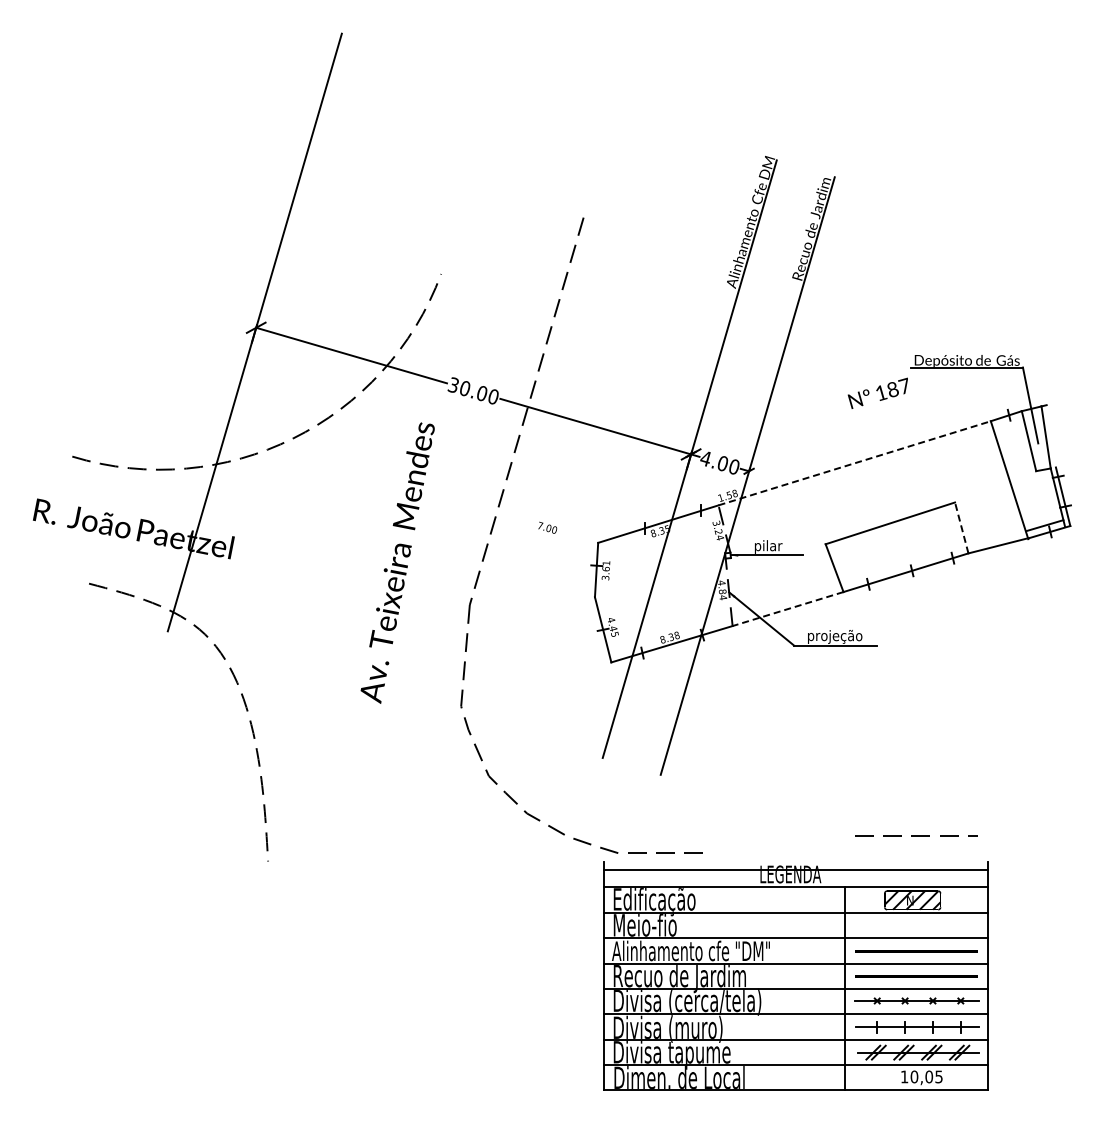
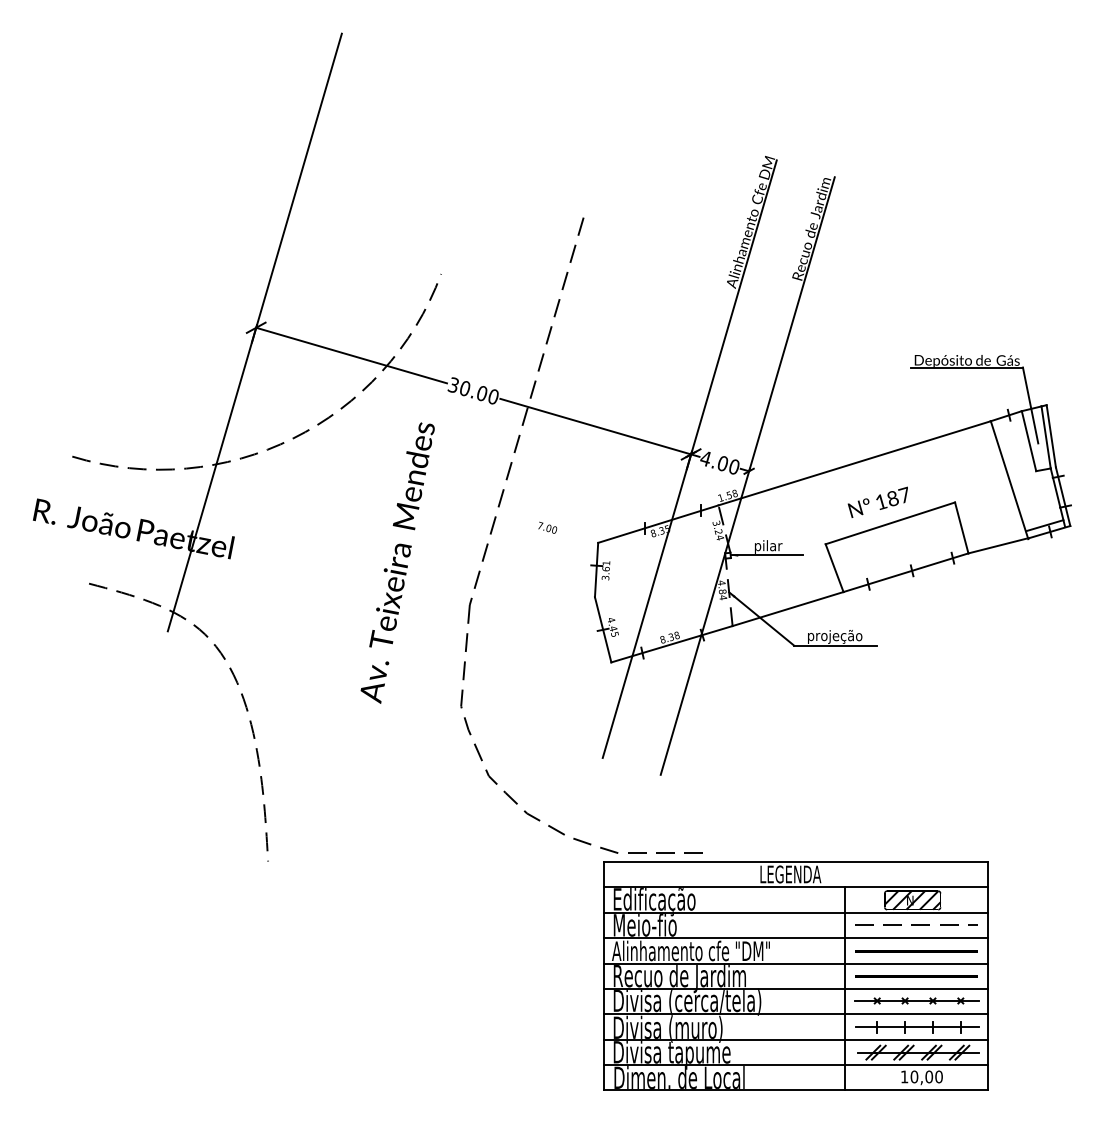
text at (877, 392) position: (877, 392) -> (877, 501)
line at (1050, 436): none -> present
line at (854, 463): dashed -> solid
line at (961, 527): dashed -> solid
line at (787, 609): dashed -> solid
line at (916, 835) position: (916, 835) -> (916, 924)
line at (796, 870) position: (796, 870) -> (796, 862)
text at (938, 1076): 10,05 -> 10,00
